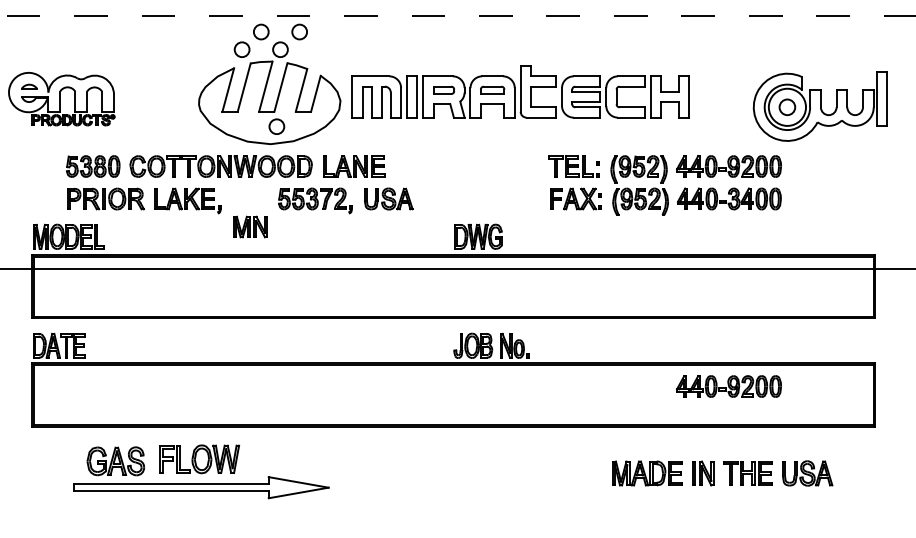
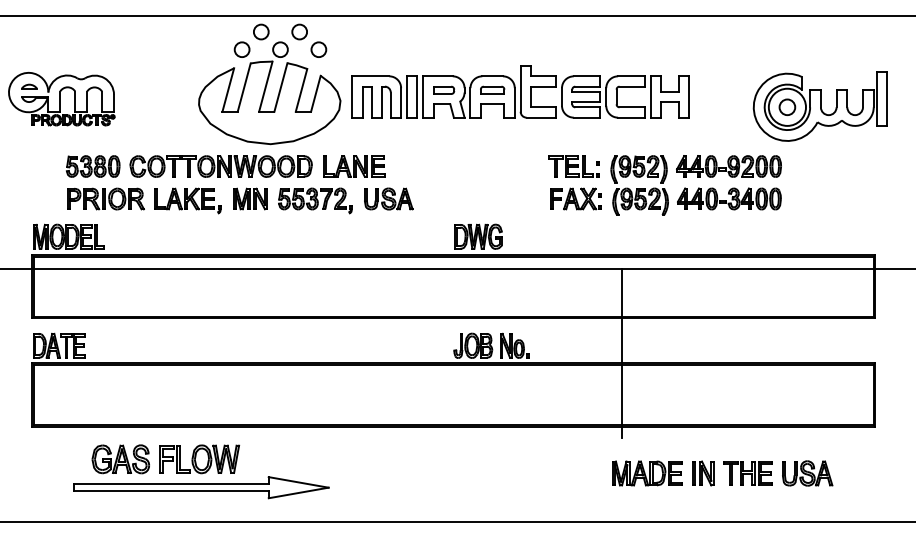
line at (457, 15): dashed -> solid
circle at (276, 126) position: (276, 126) -> (318, 49)
part at (250, 226) position: (250, 226) -> (250, 198)
line at (622, 353): none -> present
part at (728, 386): present -> none
part at (115, 461) position: (115, 461) -> (120, 459)
line at (457, 522): none -> present
